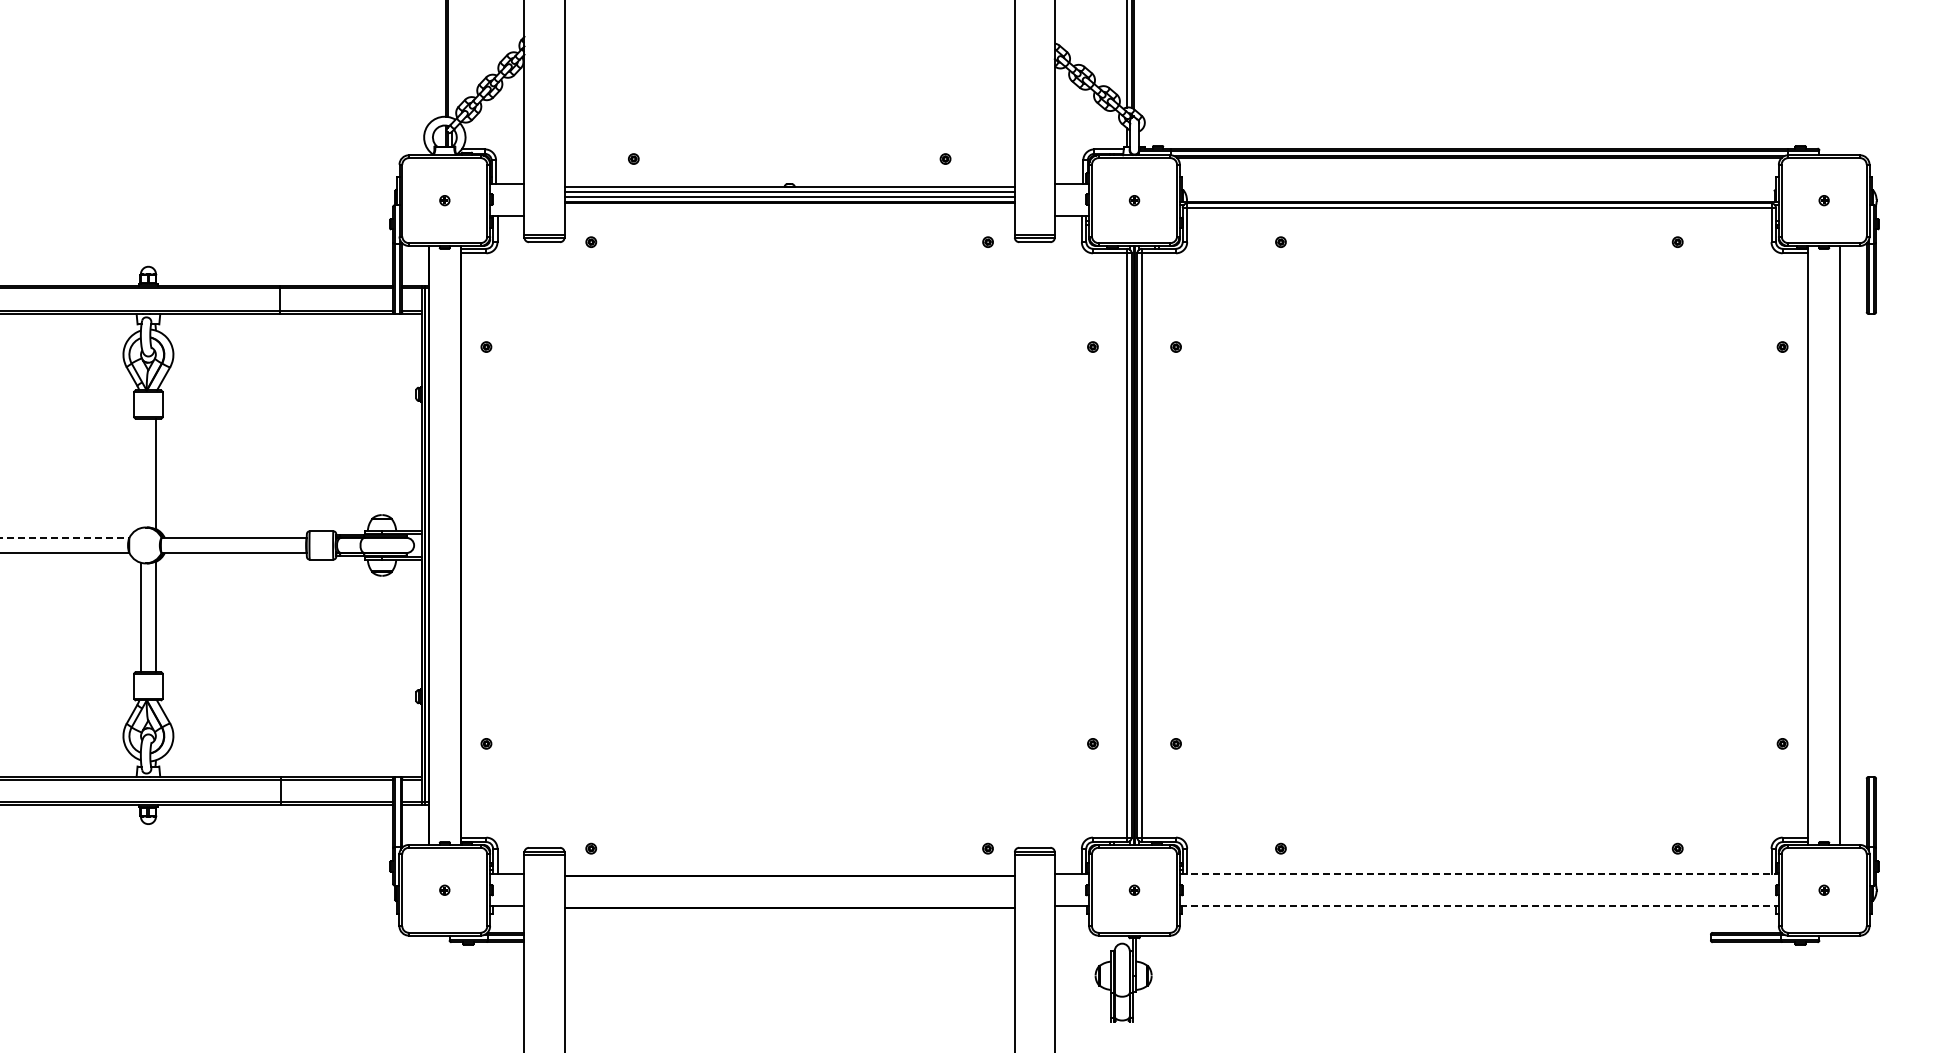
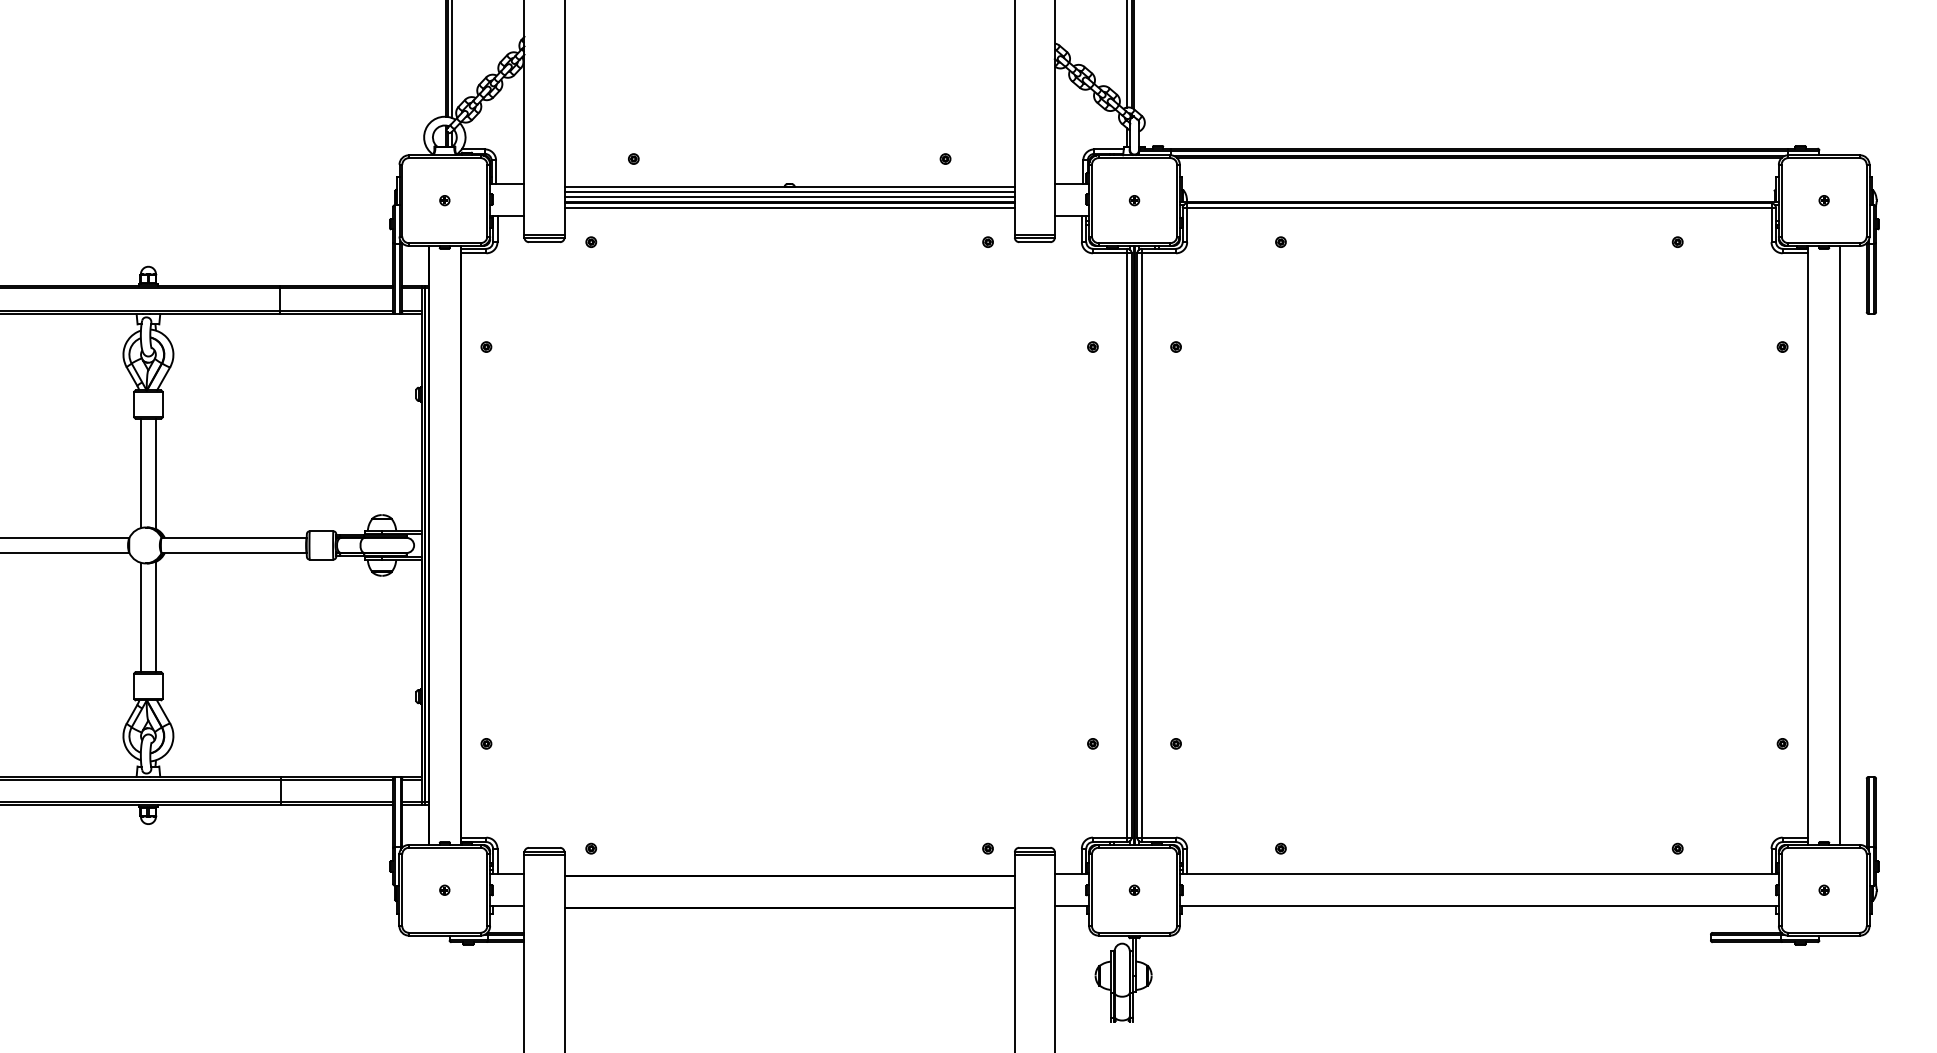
line at (452, 60): none -> present
line at (789, 207): none -> present
line at (140, 473): none -> present
line at (65, 537): dashed -> solid
line at (1479, 874): dashed -> solid
line at (1479, 906): dashed -> solid
